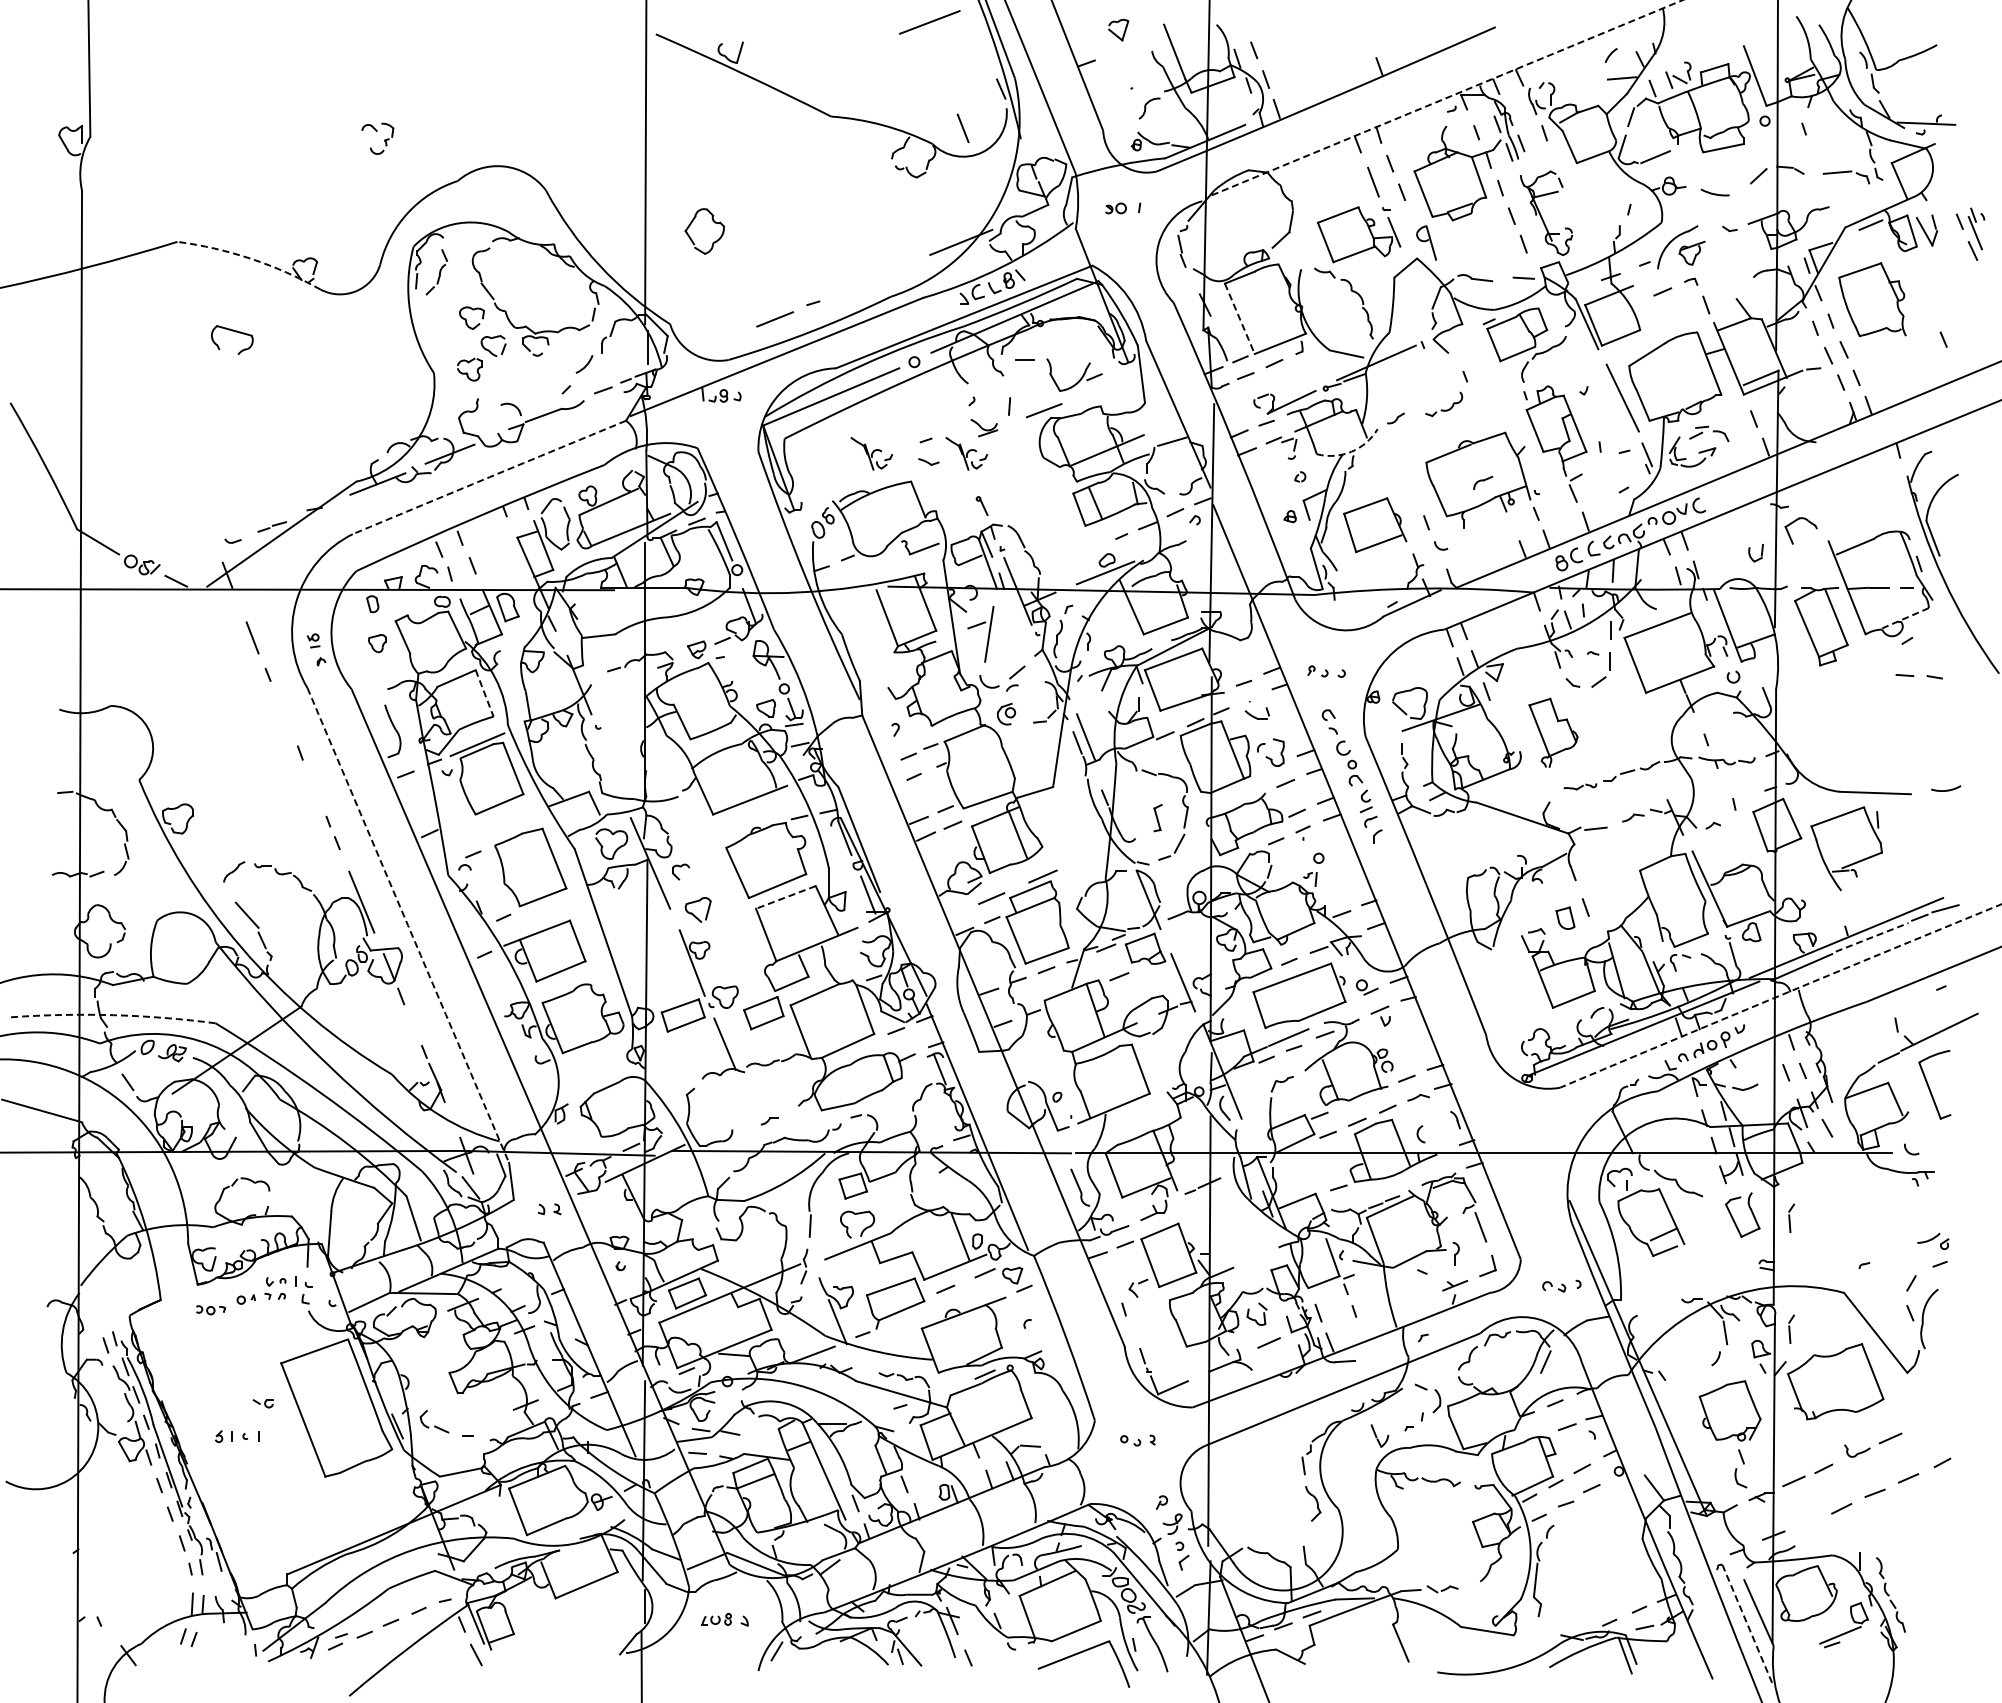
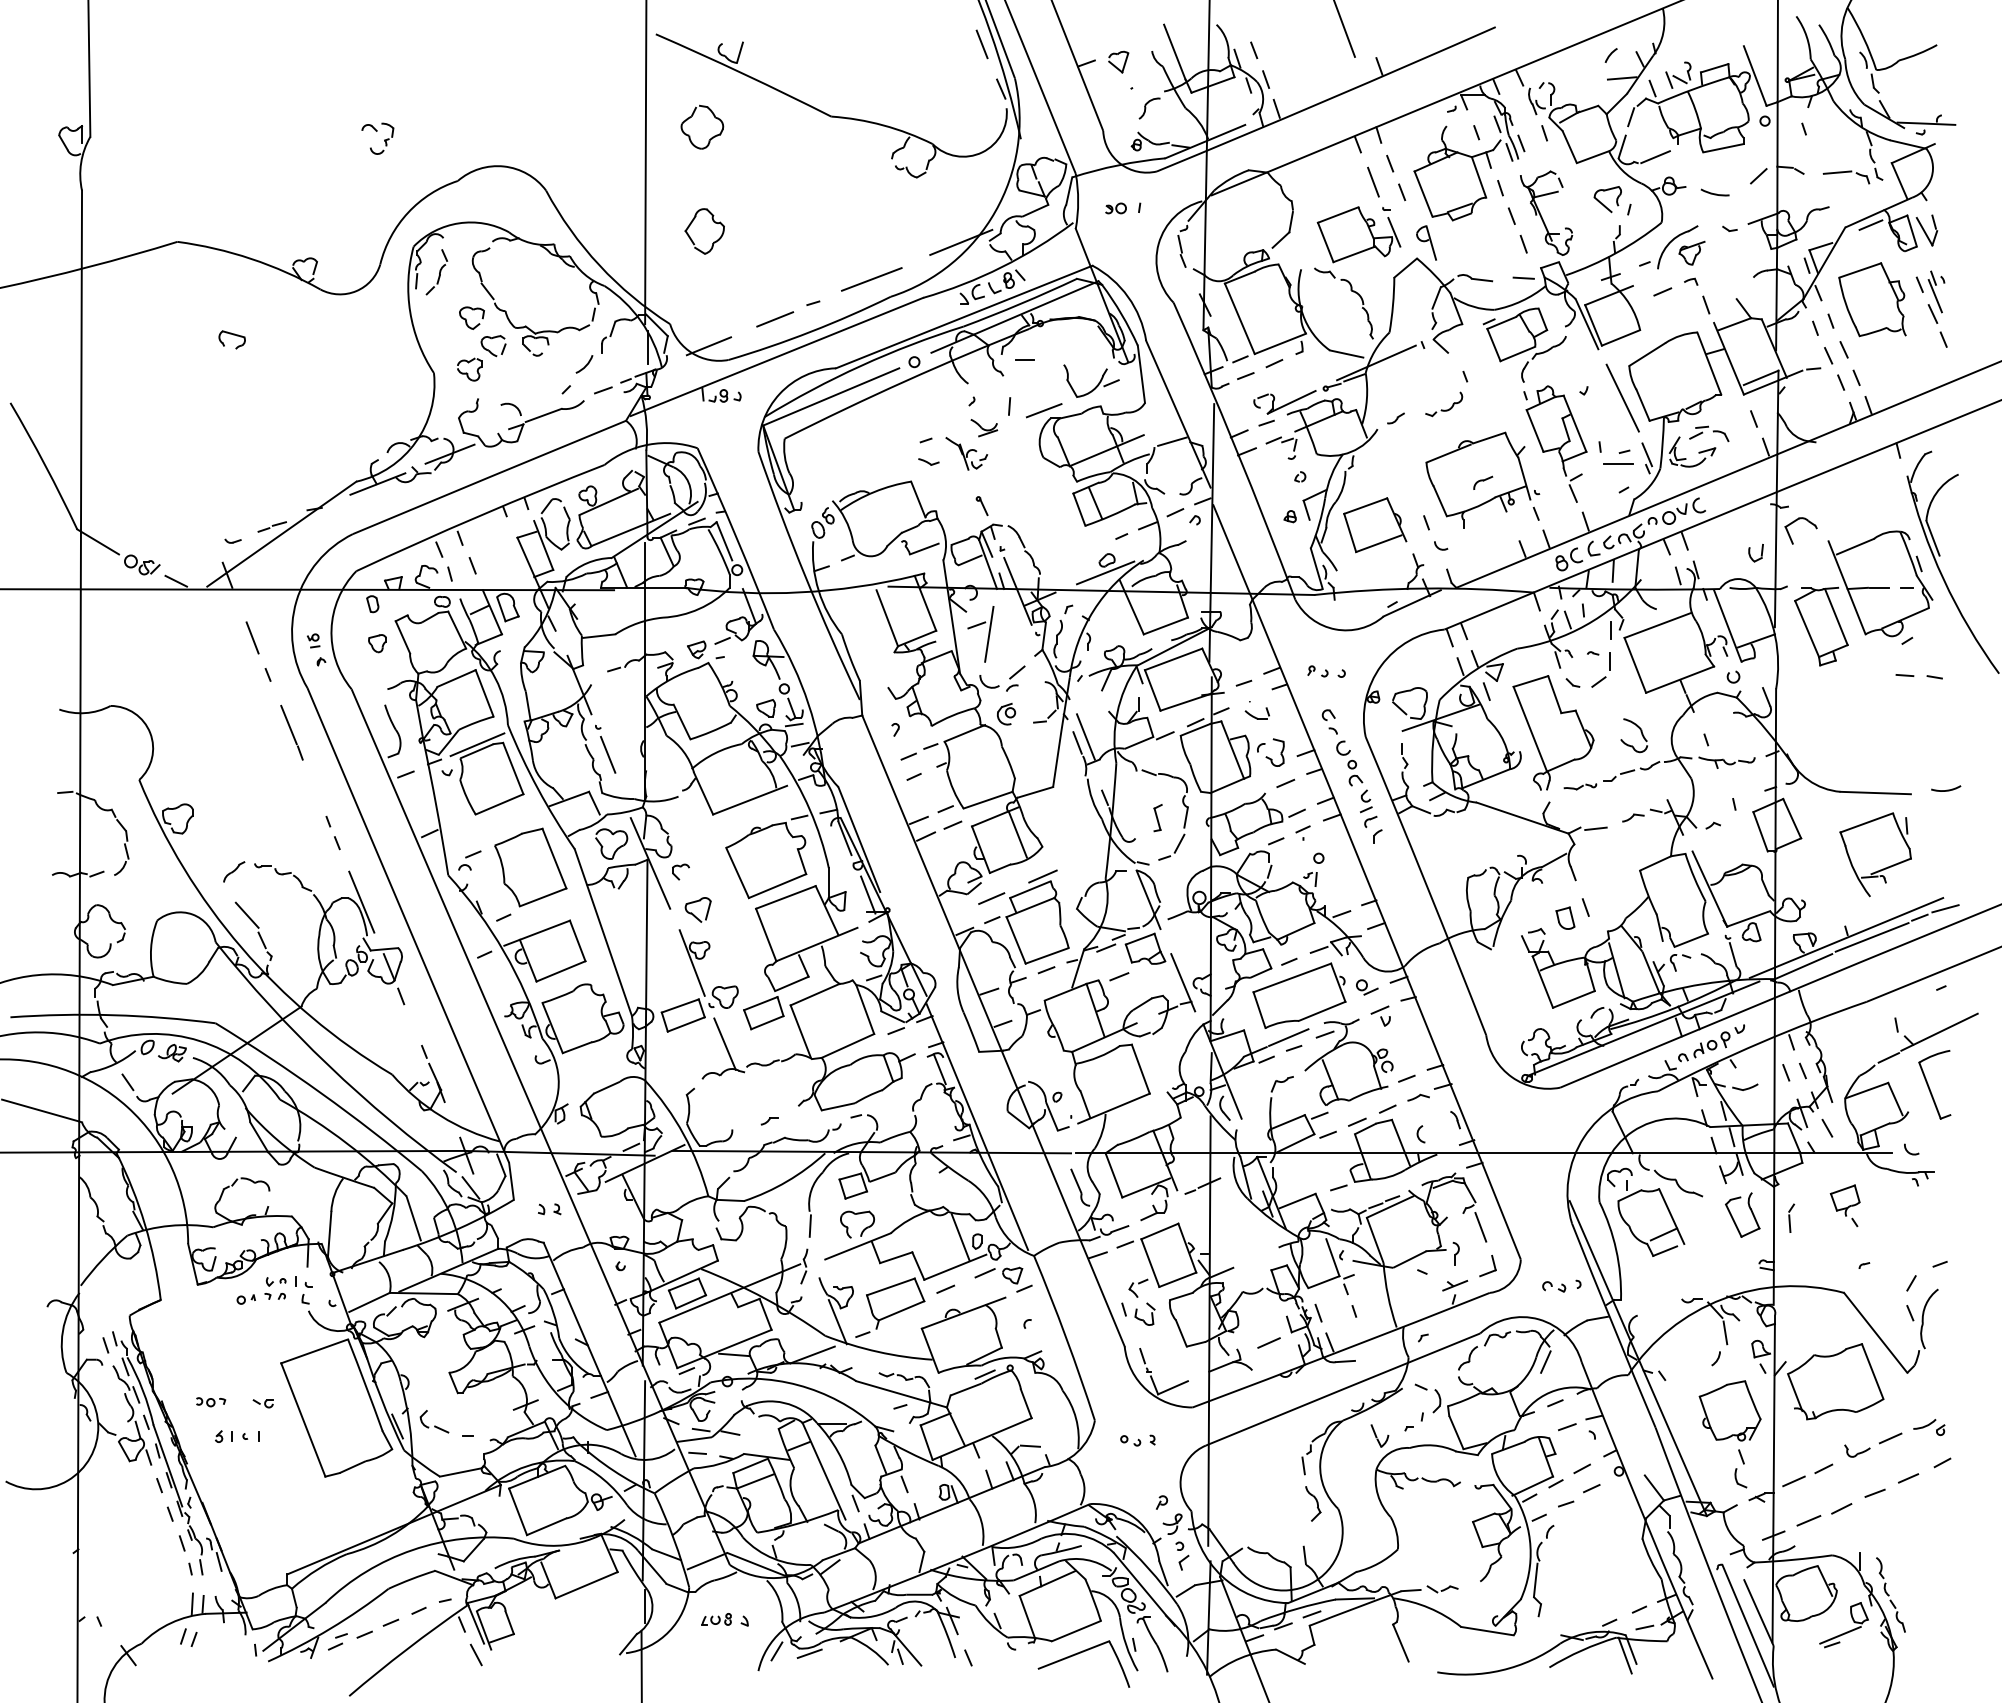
line at (929, 22) position: (929, 22) -> (871, 279)
part at (1118, 29) position: (1118, 29) -> (1118, 61)
line at (1344, 29): none -> present
line at (1447, 97): dashed -> solid
part at (692, 116): none -> present
line at (962, 128) position: (962, 128) -> (981, 44)
part at (1607, 199): none -> present
part at (1970, 233) position: (1970, 233) -> (1930, 296)
arc at (251, 258): dashed -> solid
line at (1240, 319): dashed -> solid
part at (232, 339) size: 43x30 px -> 28x20 px
line at (708, 346): none -> present
part at (1079, 379) position: (1079, 379) -> (1096, 385)
arc at (1351, 451): dashed -> solid
part at (871, 453): present -> none
line at (1618, 463): none -> present
arc at (489, 477): dashed -> solid
line at (1905, 618): dashed -> solid
line at (484, 693): dashed -> solid
line at (288, 724): none -> present
part at (1640, 731): none -> present
part at (1553, 732) size: 51x71 px -> 83x116 px
line at (607, 754): none -> present
part at (1853, 862) position: (1853, 862) -> (1882, 868)
line at (785, 897): dashed -> solid
arc at (408, 925): dashed -> solid
line at (1872, 937): dashed -> solid
arc at (1780, 995): dashed -> solid
arc at (113, 1015): dashed -> solid
part at (1844, 1205): none -> present
part at (1933, 1241) position: (1933, 1241) -> (1929, 1427)
part at (211, 1310) position: (211, 1310) -> (211, 1402)
part at (1255, 1319) position: (1255, 1319) -> (1143, 1319)
part at (1791, 1328): present -> none
line at (1808, 1520): none -> present
line at (1748, 1626): dashed -> solid
line at (809, 1653): none -> present
